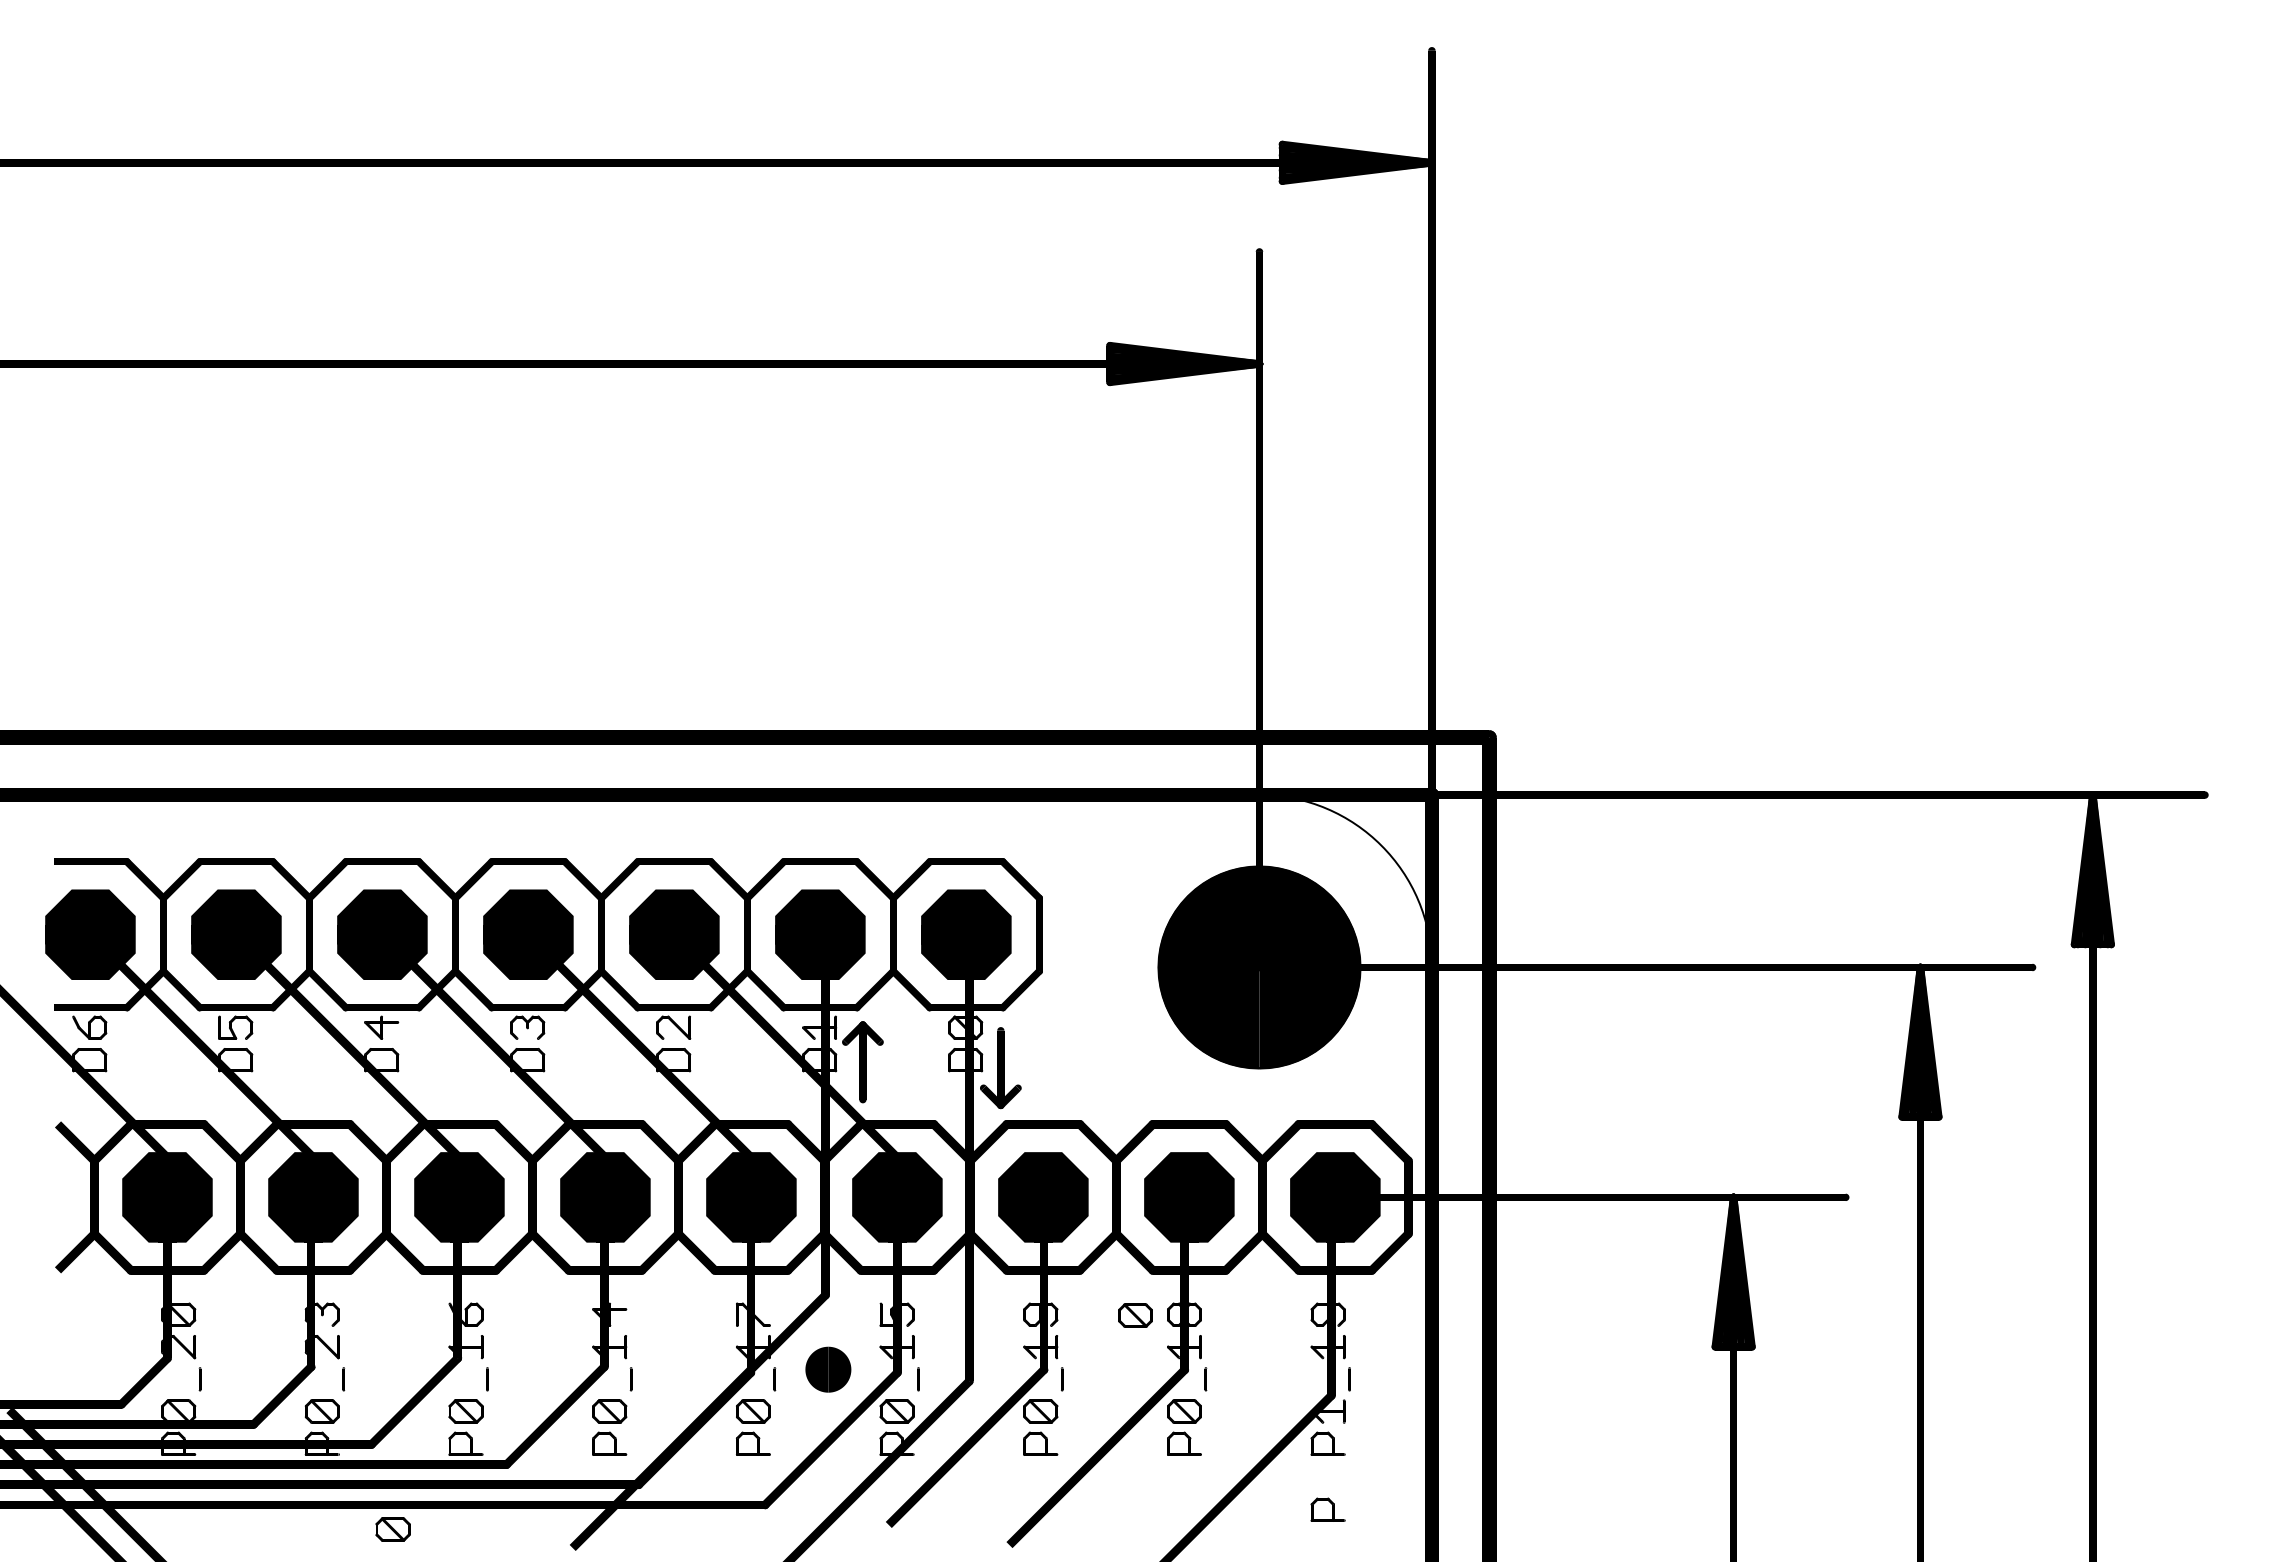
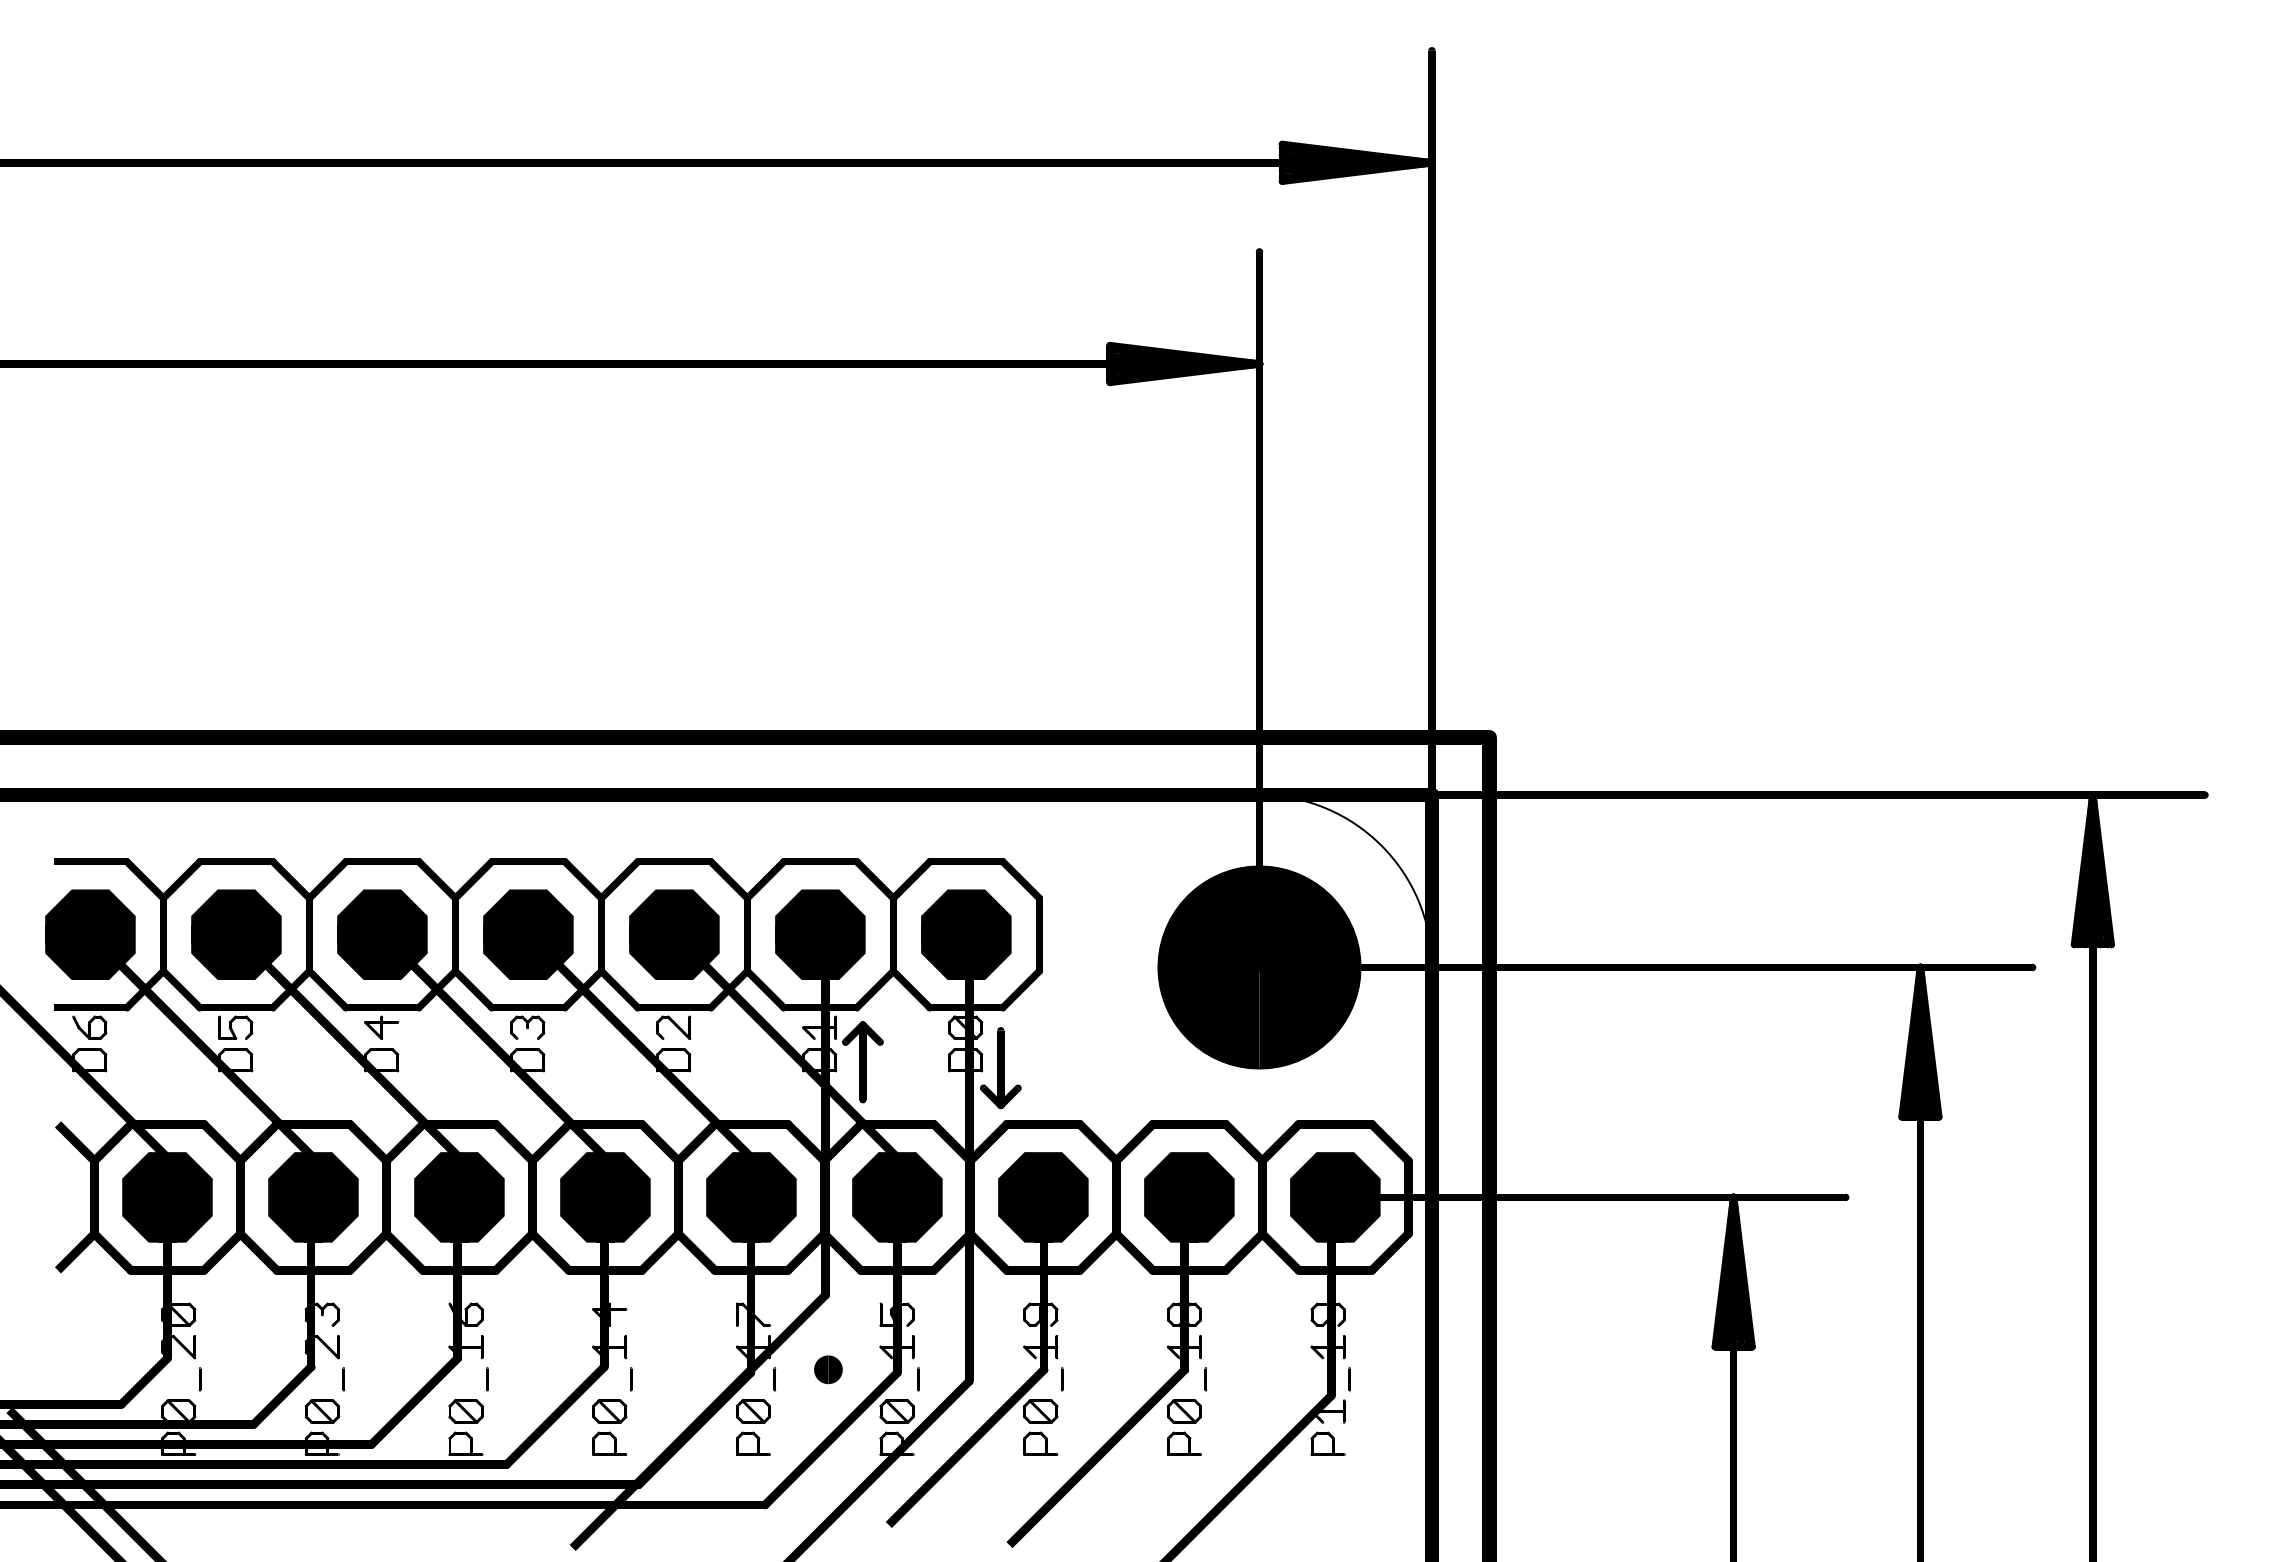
part at (1135, 1315): present -> none
part at (828, 1369) size: 47x47 px -> 29x30 px
part at (1327, 1509): present -> none
part at (392, 1529): present -> none
